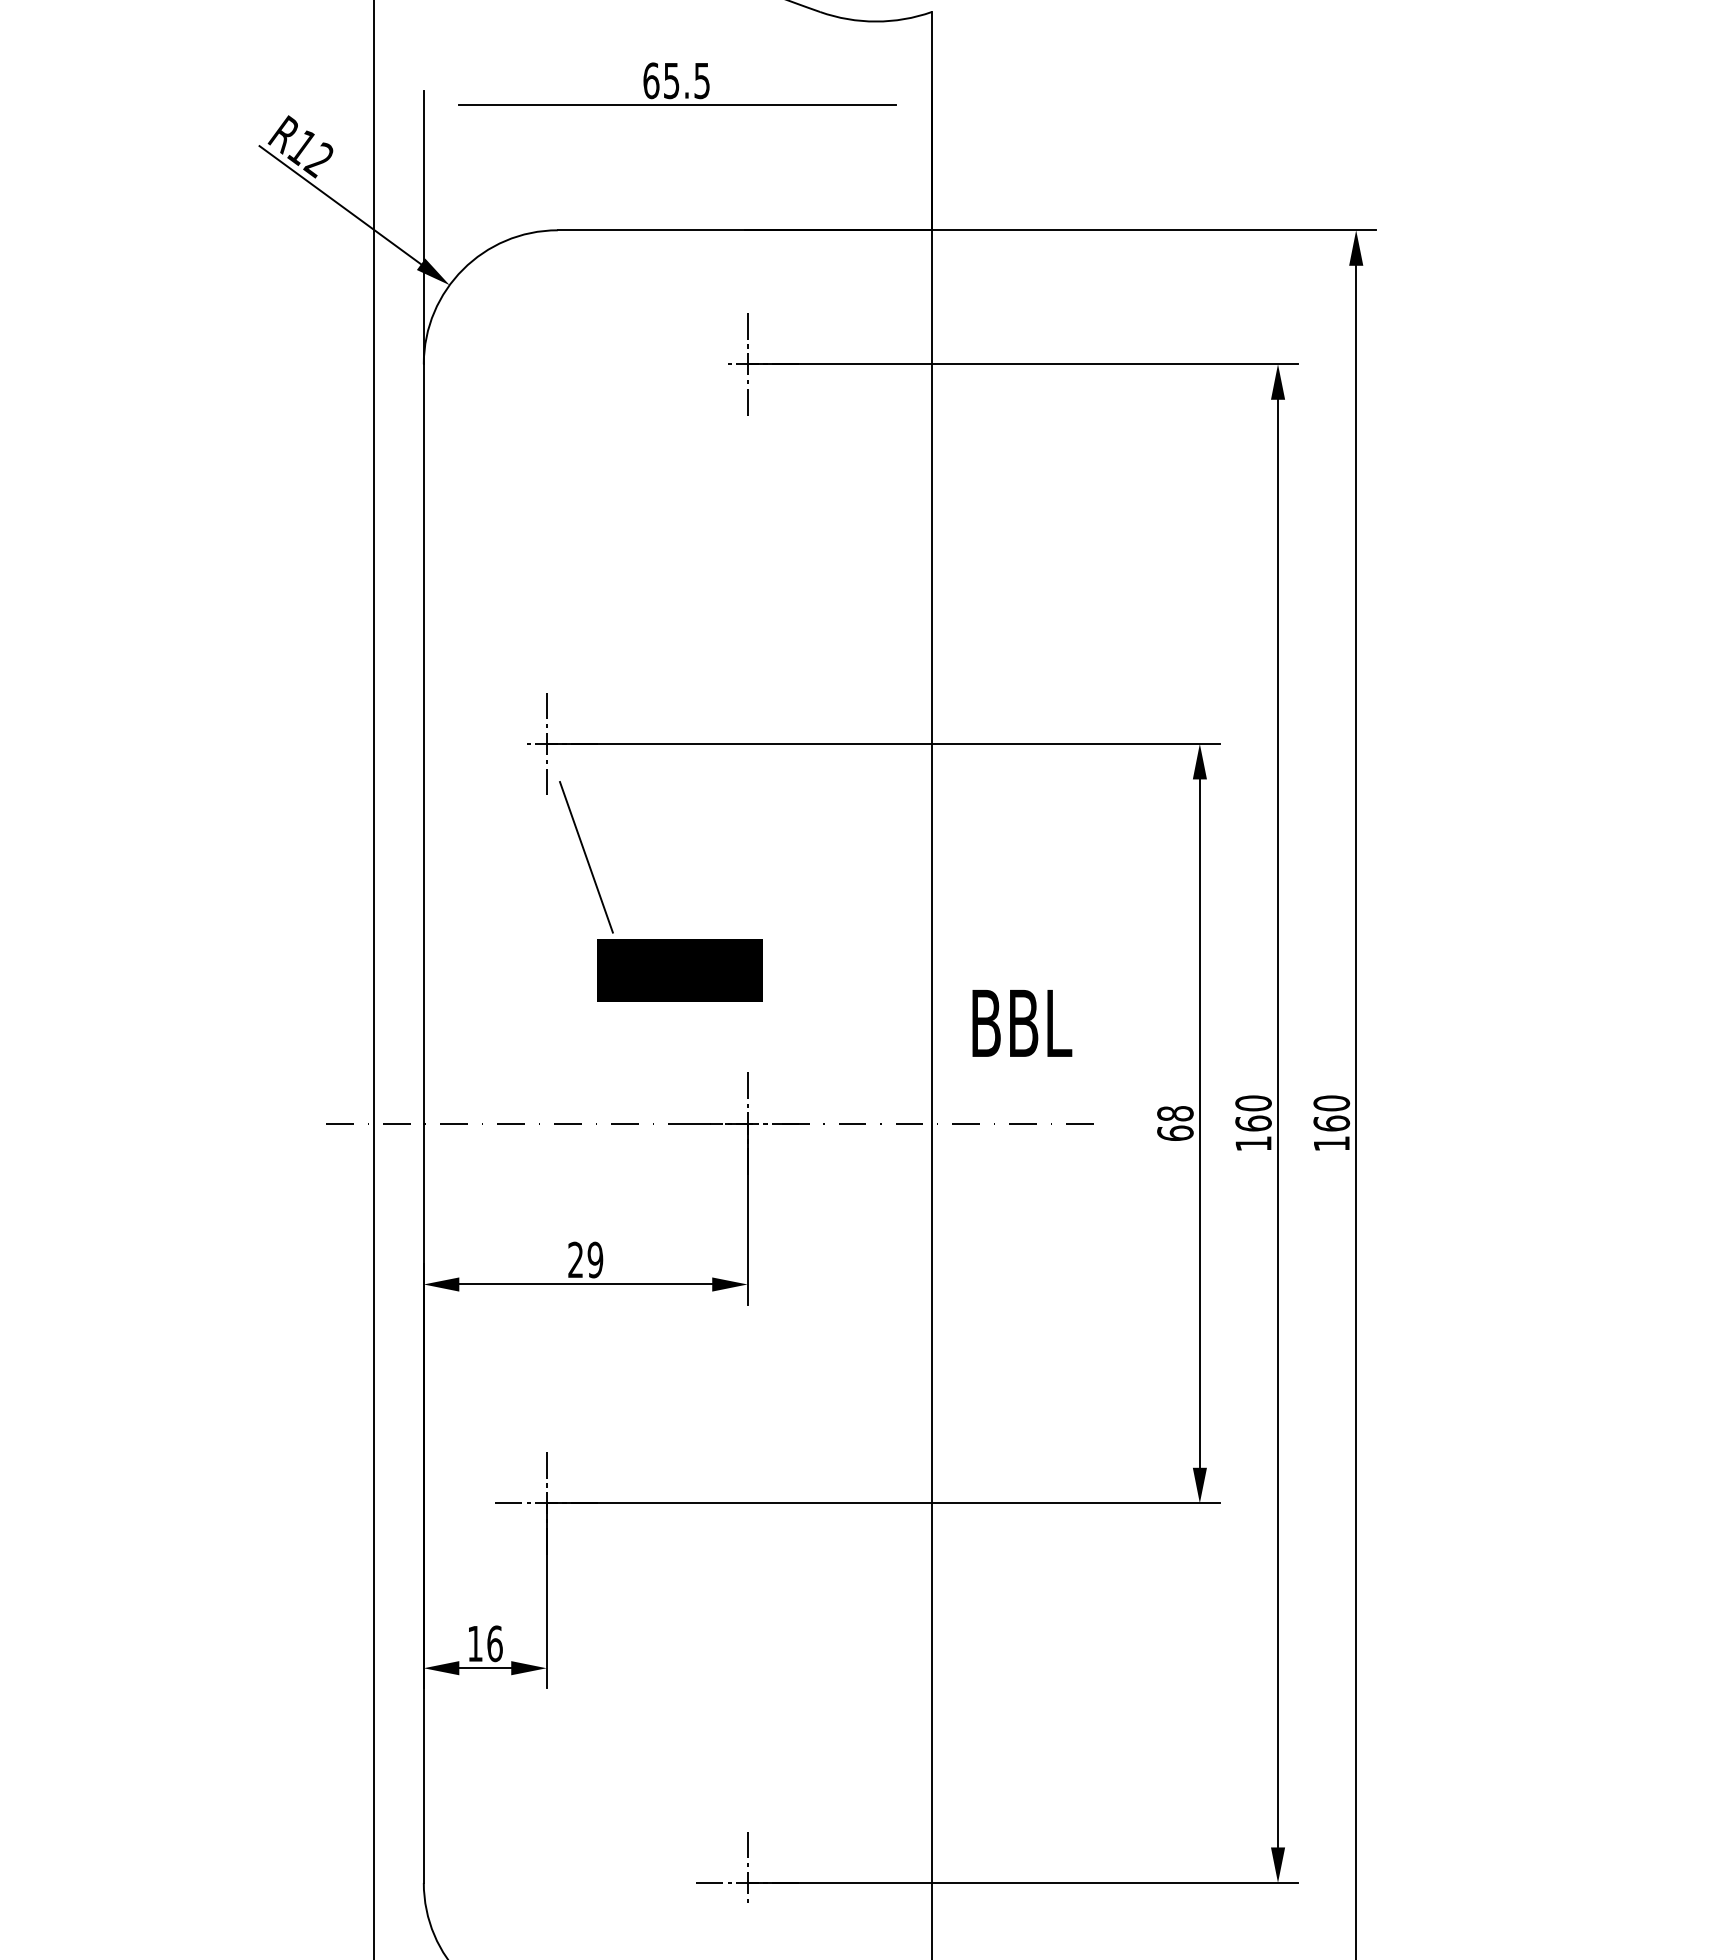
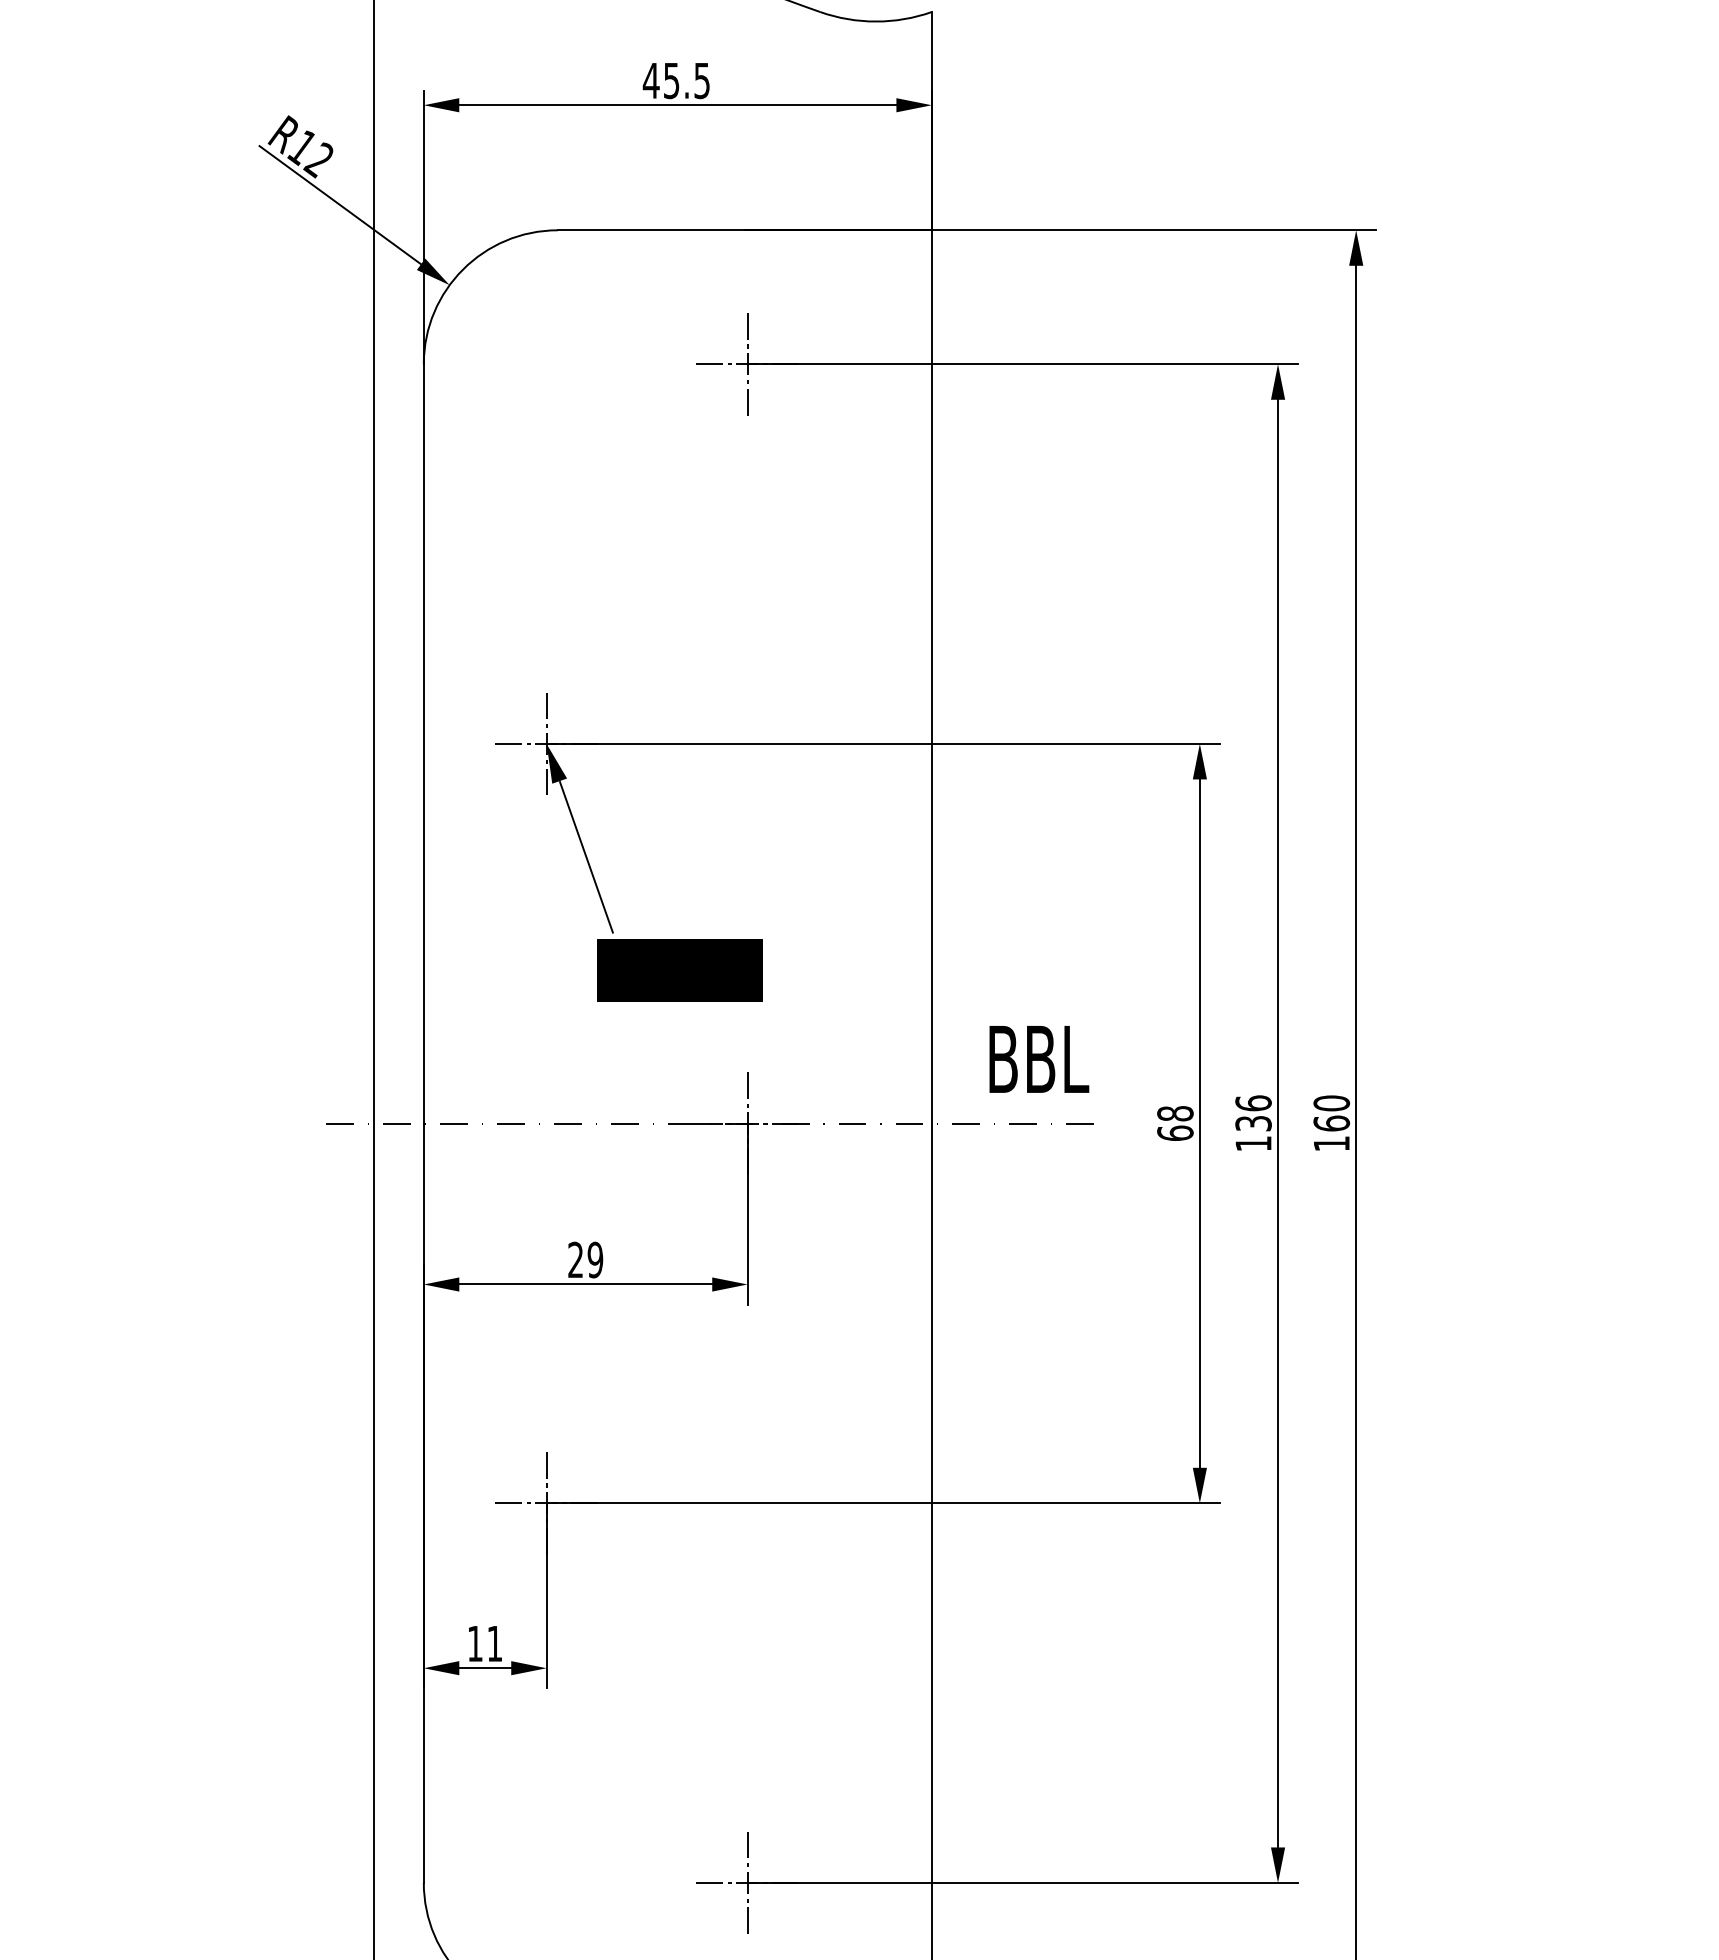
text at (650, 80): 65.5 -> 45.5
fill at (441, 105): none -> present
fill at (913, 105): none -> present
line at (709, 364): none -> present
line at (508, 743): none -> present
fill at (556, 763): none -> present
text at (1022, 1023) position: (1022, 1023) -> (1039, 1059)
text at (1253, 1113): 160 -> 136
text at (494, 1643): 16 -> 11
line at (747, 1920): none -> present
